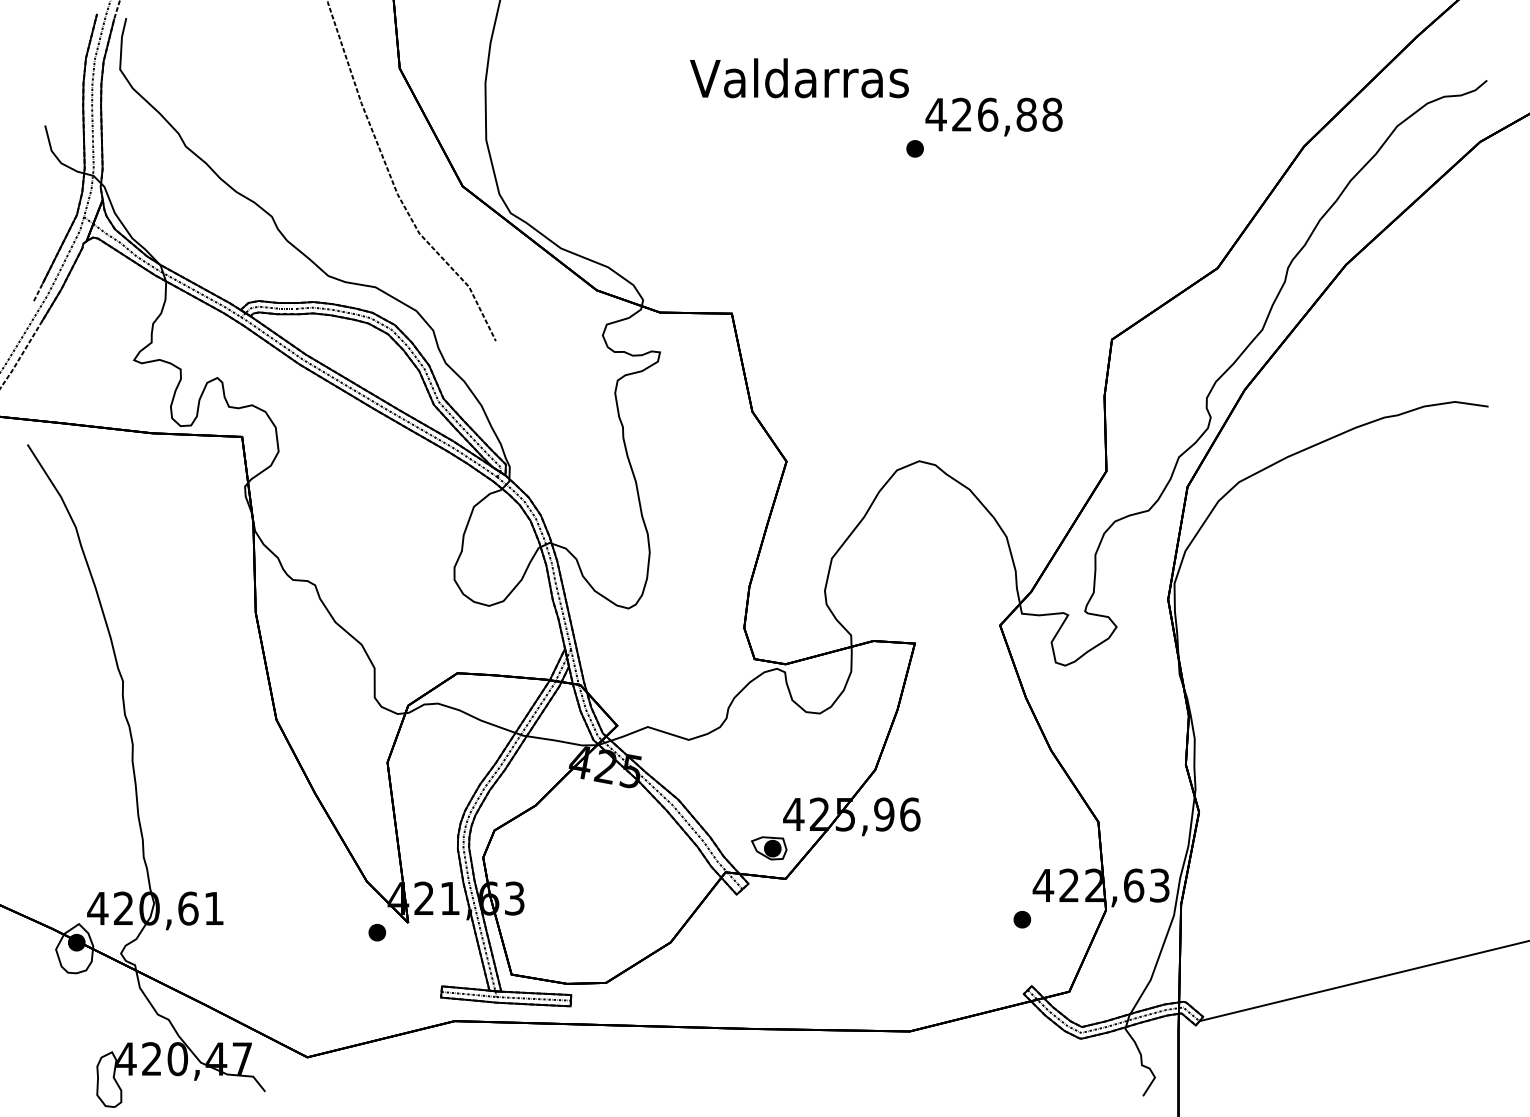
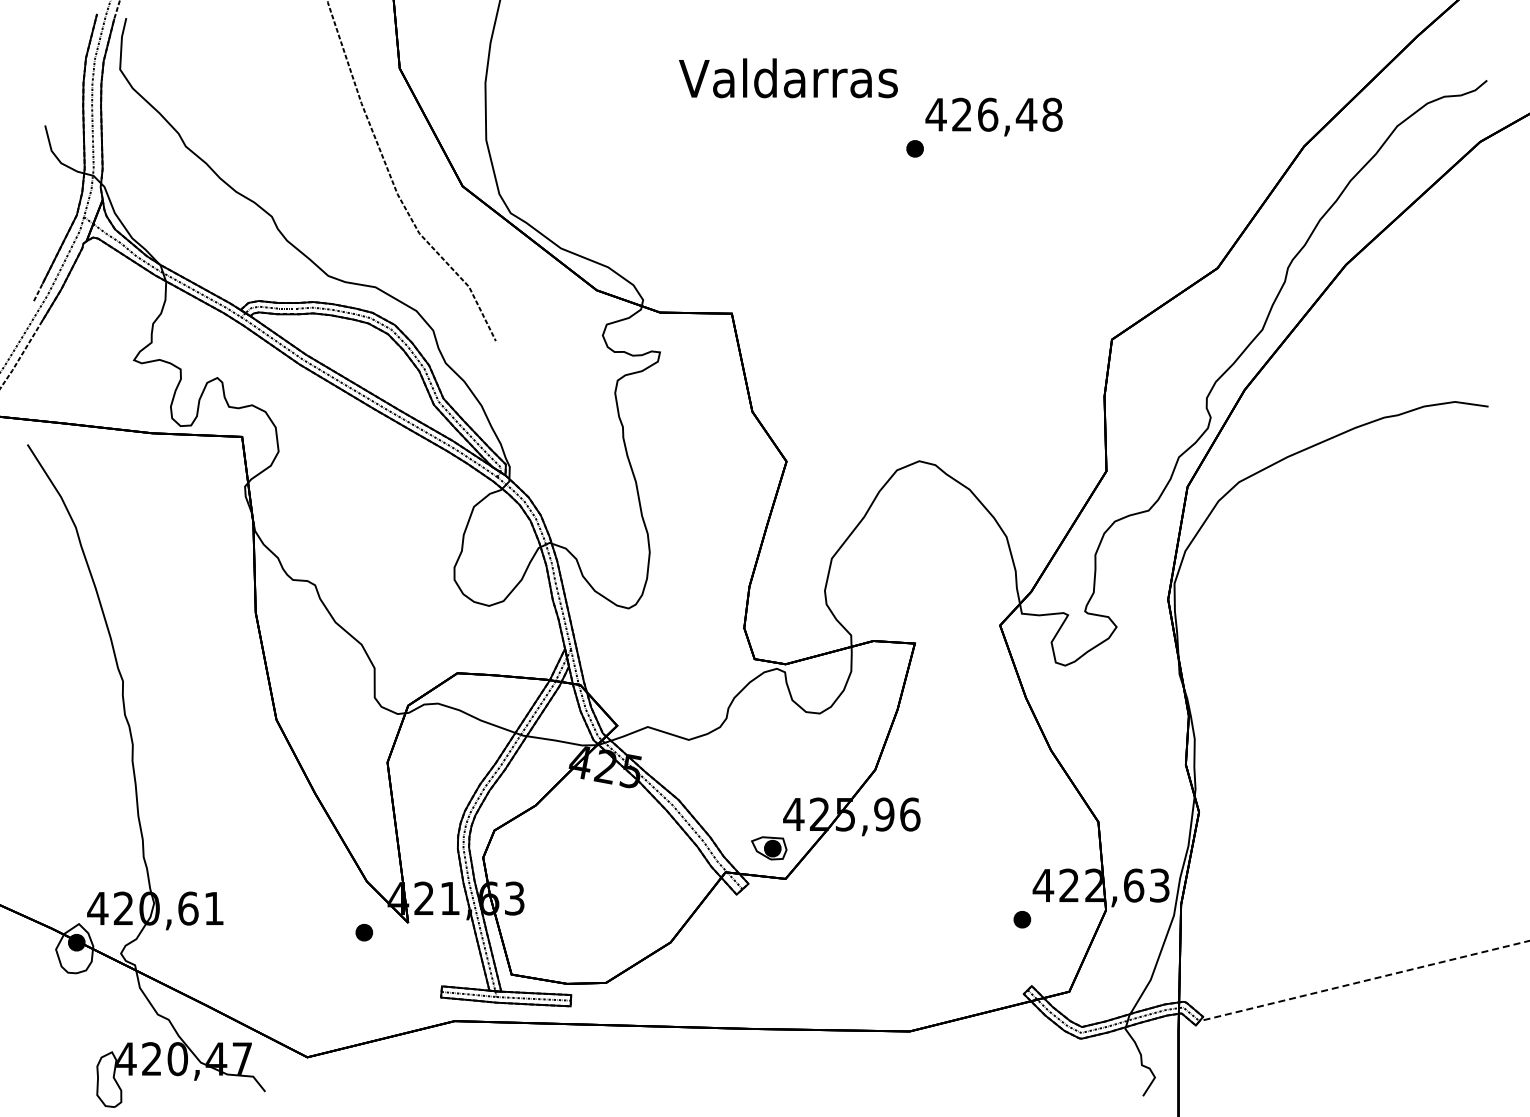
text at (799, 78) position: (799, 78) -> (788, 78)
text at (1026, 114): 426,88 -> 426,48
part at (376, 932) position: (376, 932) -> (363, 932)
line at (1364, 981): solid -> dashed
